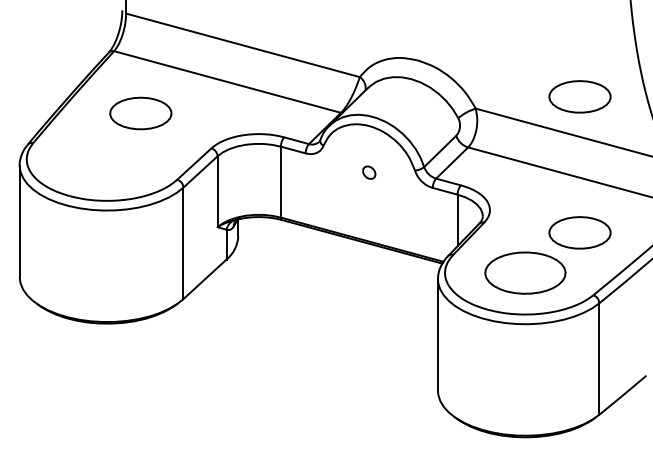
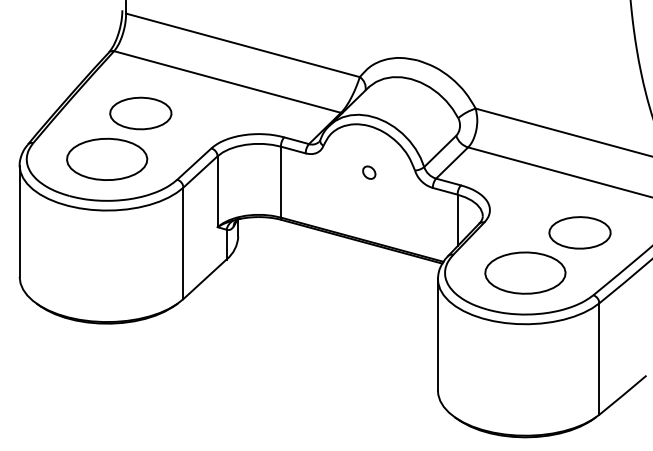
part at (579, 96): present -> none
part at (107, 158): none -> present
